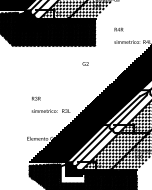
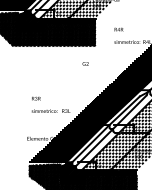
hatch at (72, 173): none -> present
